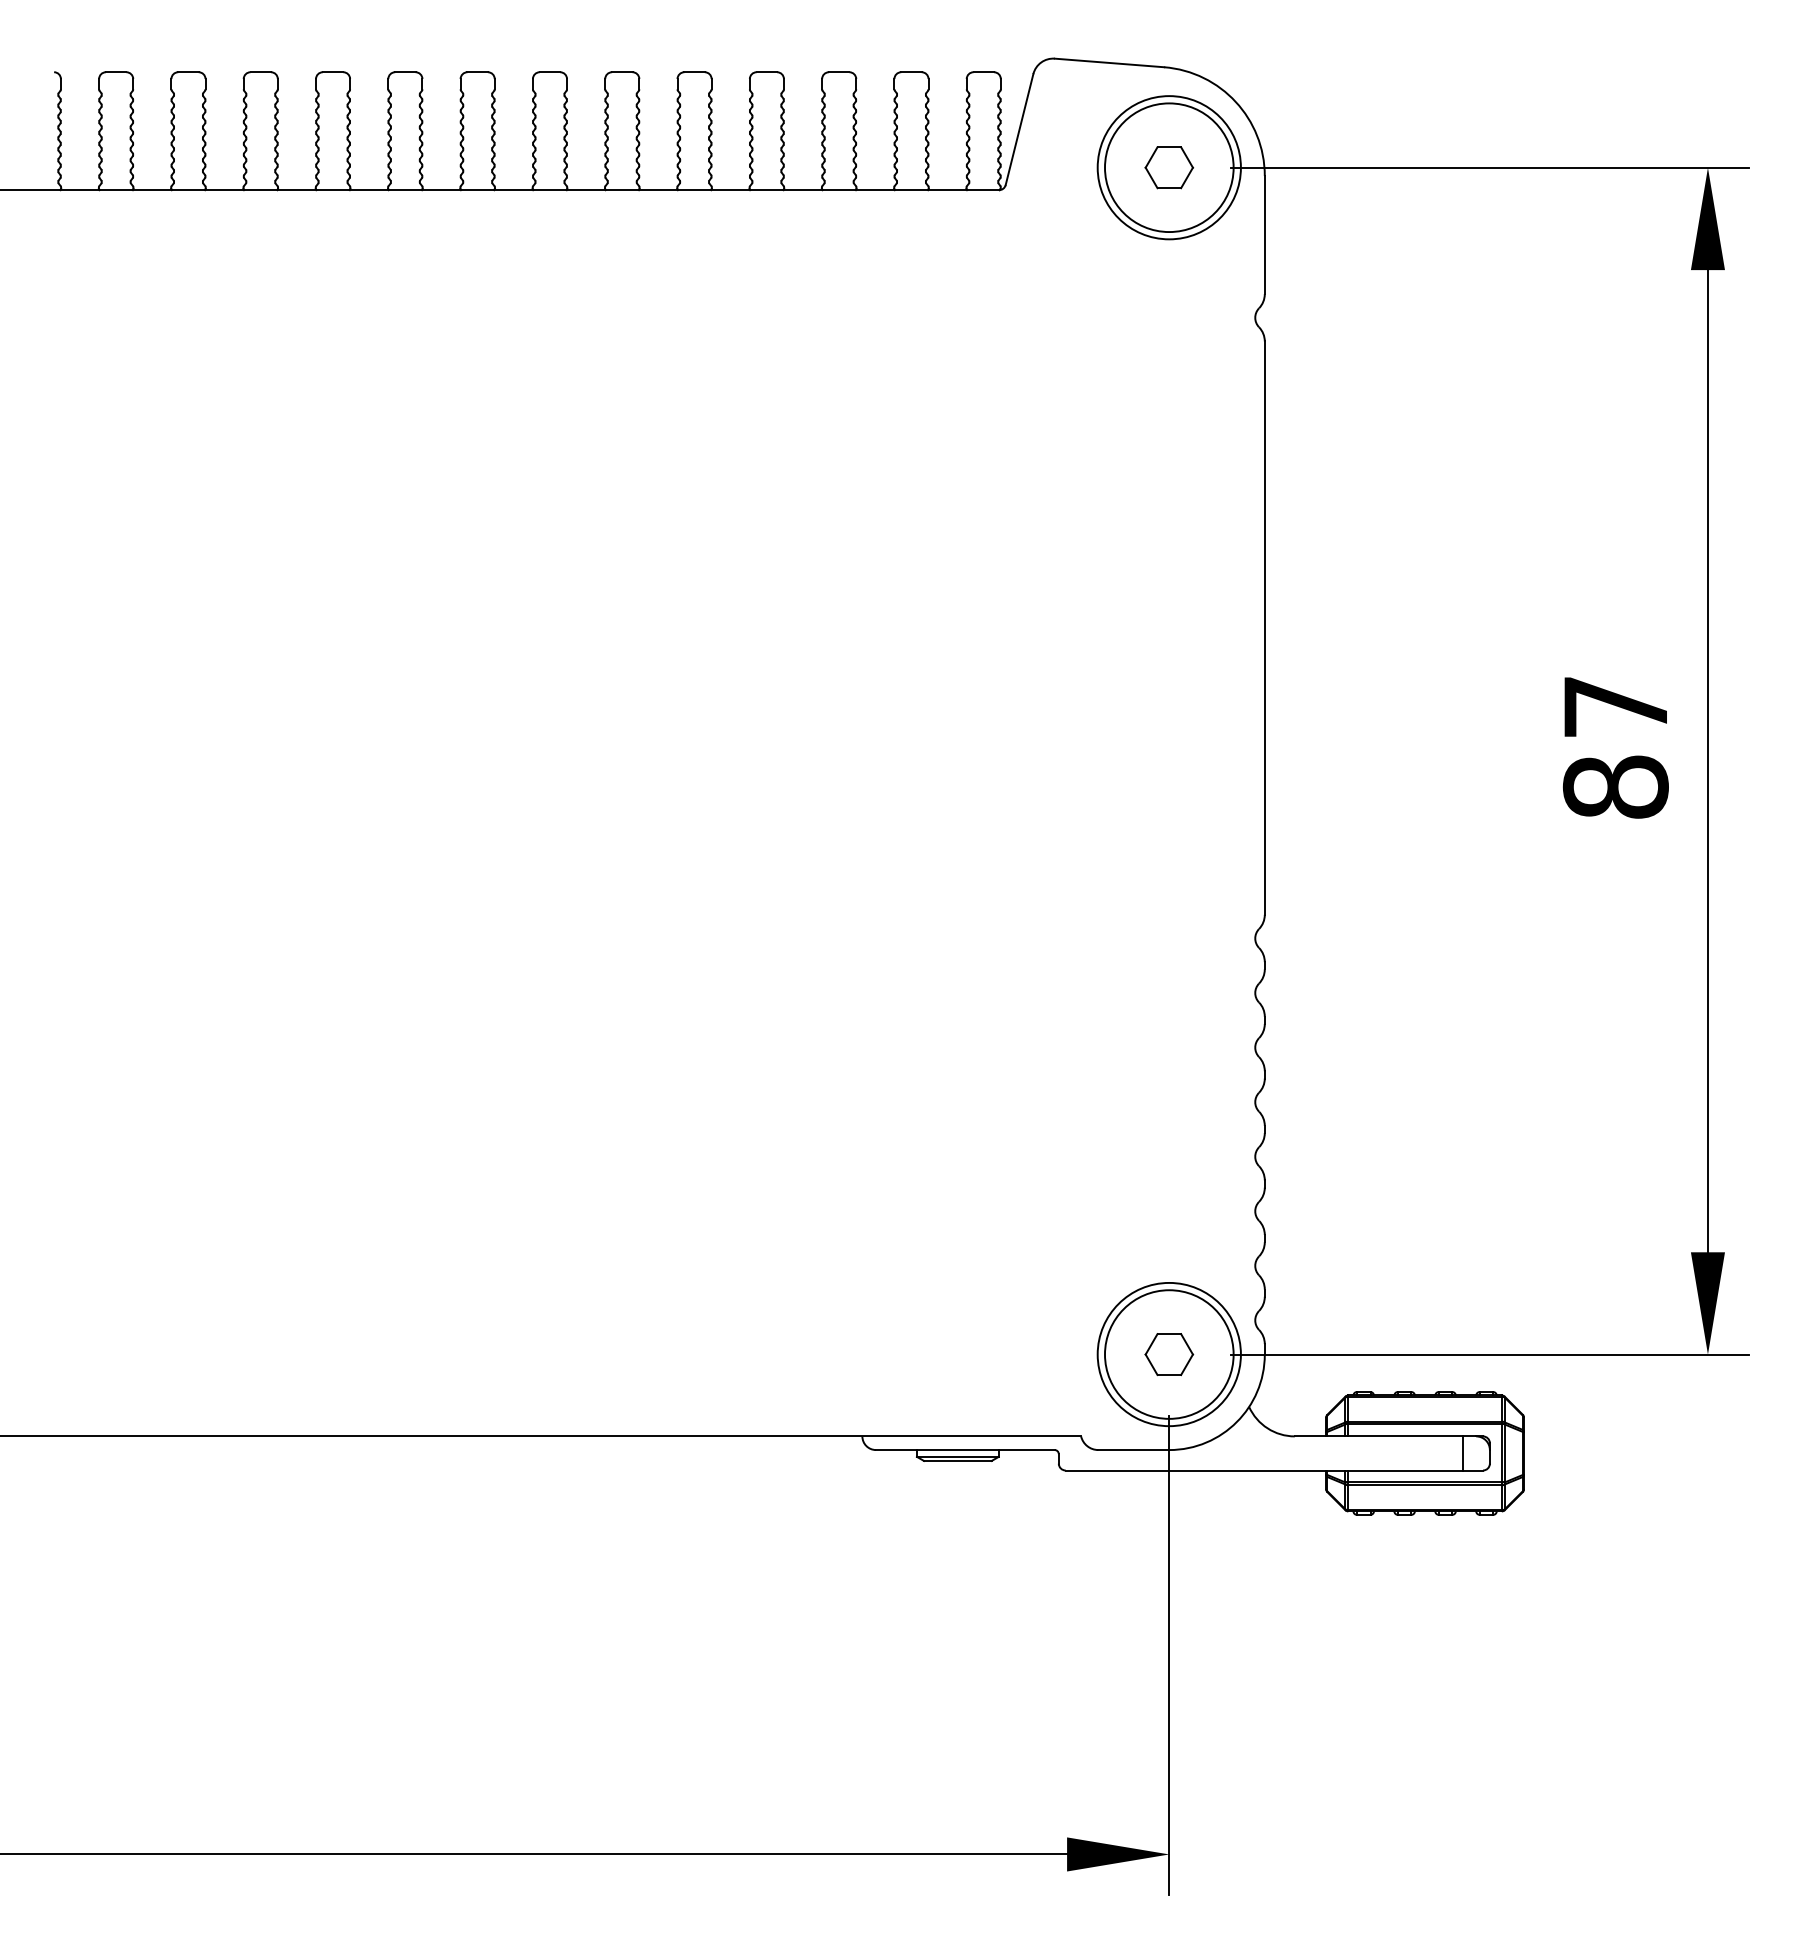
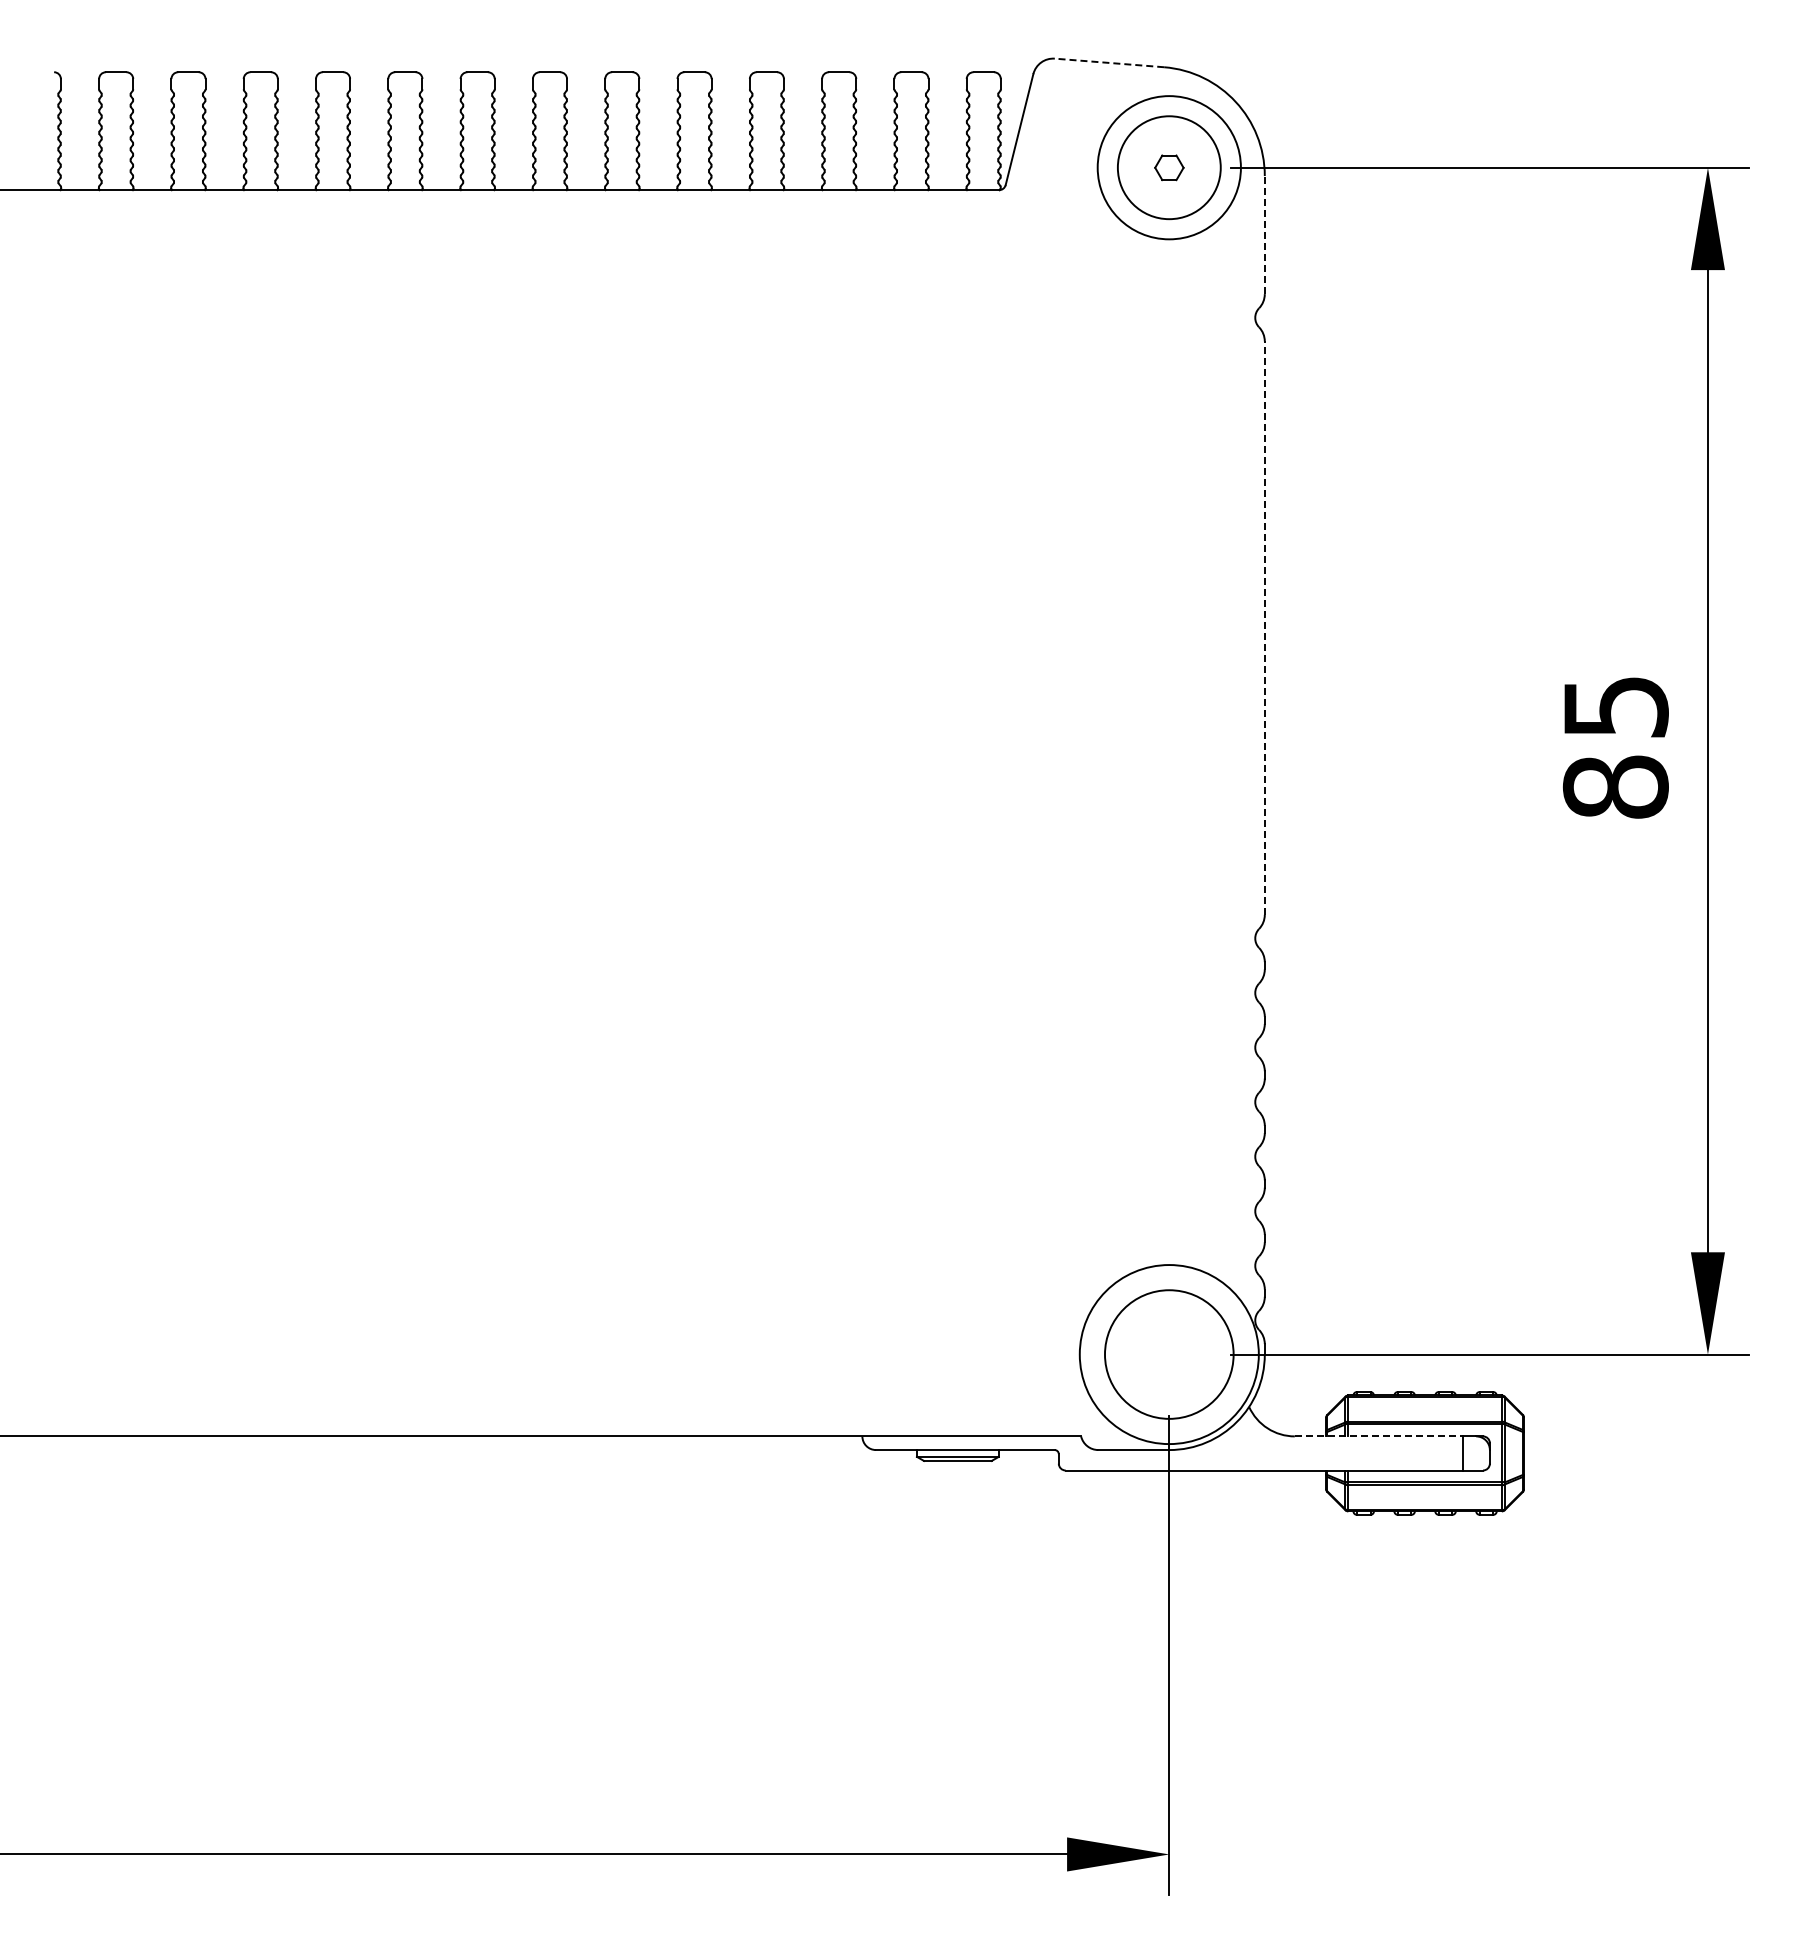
line at (1109, 62): solid -> dashed
circle at (1168, 167) diameter: 129 px -> 103 px
part at (1169, 167) size: 51x44 px -> 31x28 px
line at (1264, 234): solid -> dashed
line at (1264, 628): solid -> dashed
text at (1616, 707): 87 -> 85
circle at (1168, 1354) diameter: 143 px -> 179 px
part at (1169, 1354): present -> none
line at (1378, 1436): solid -> dashed
